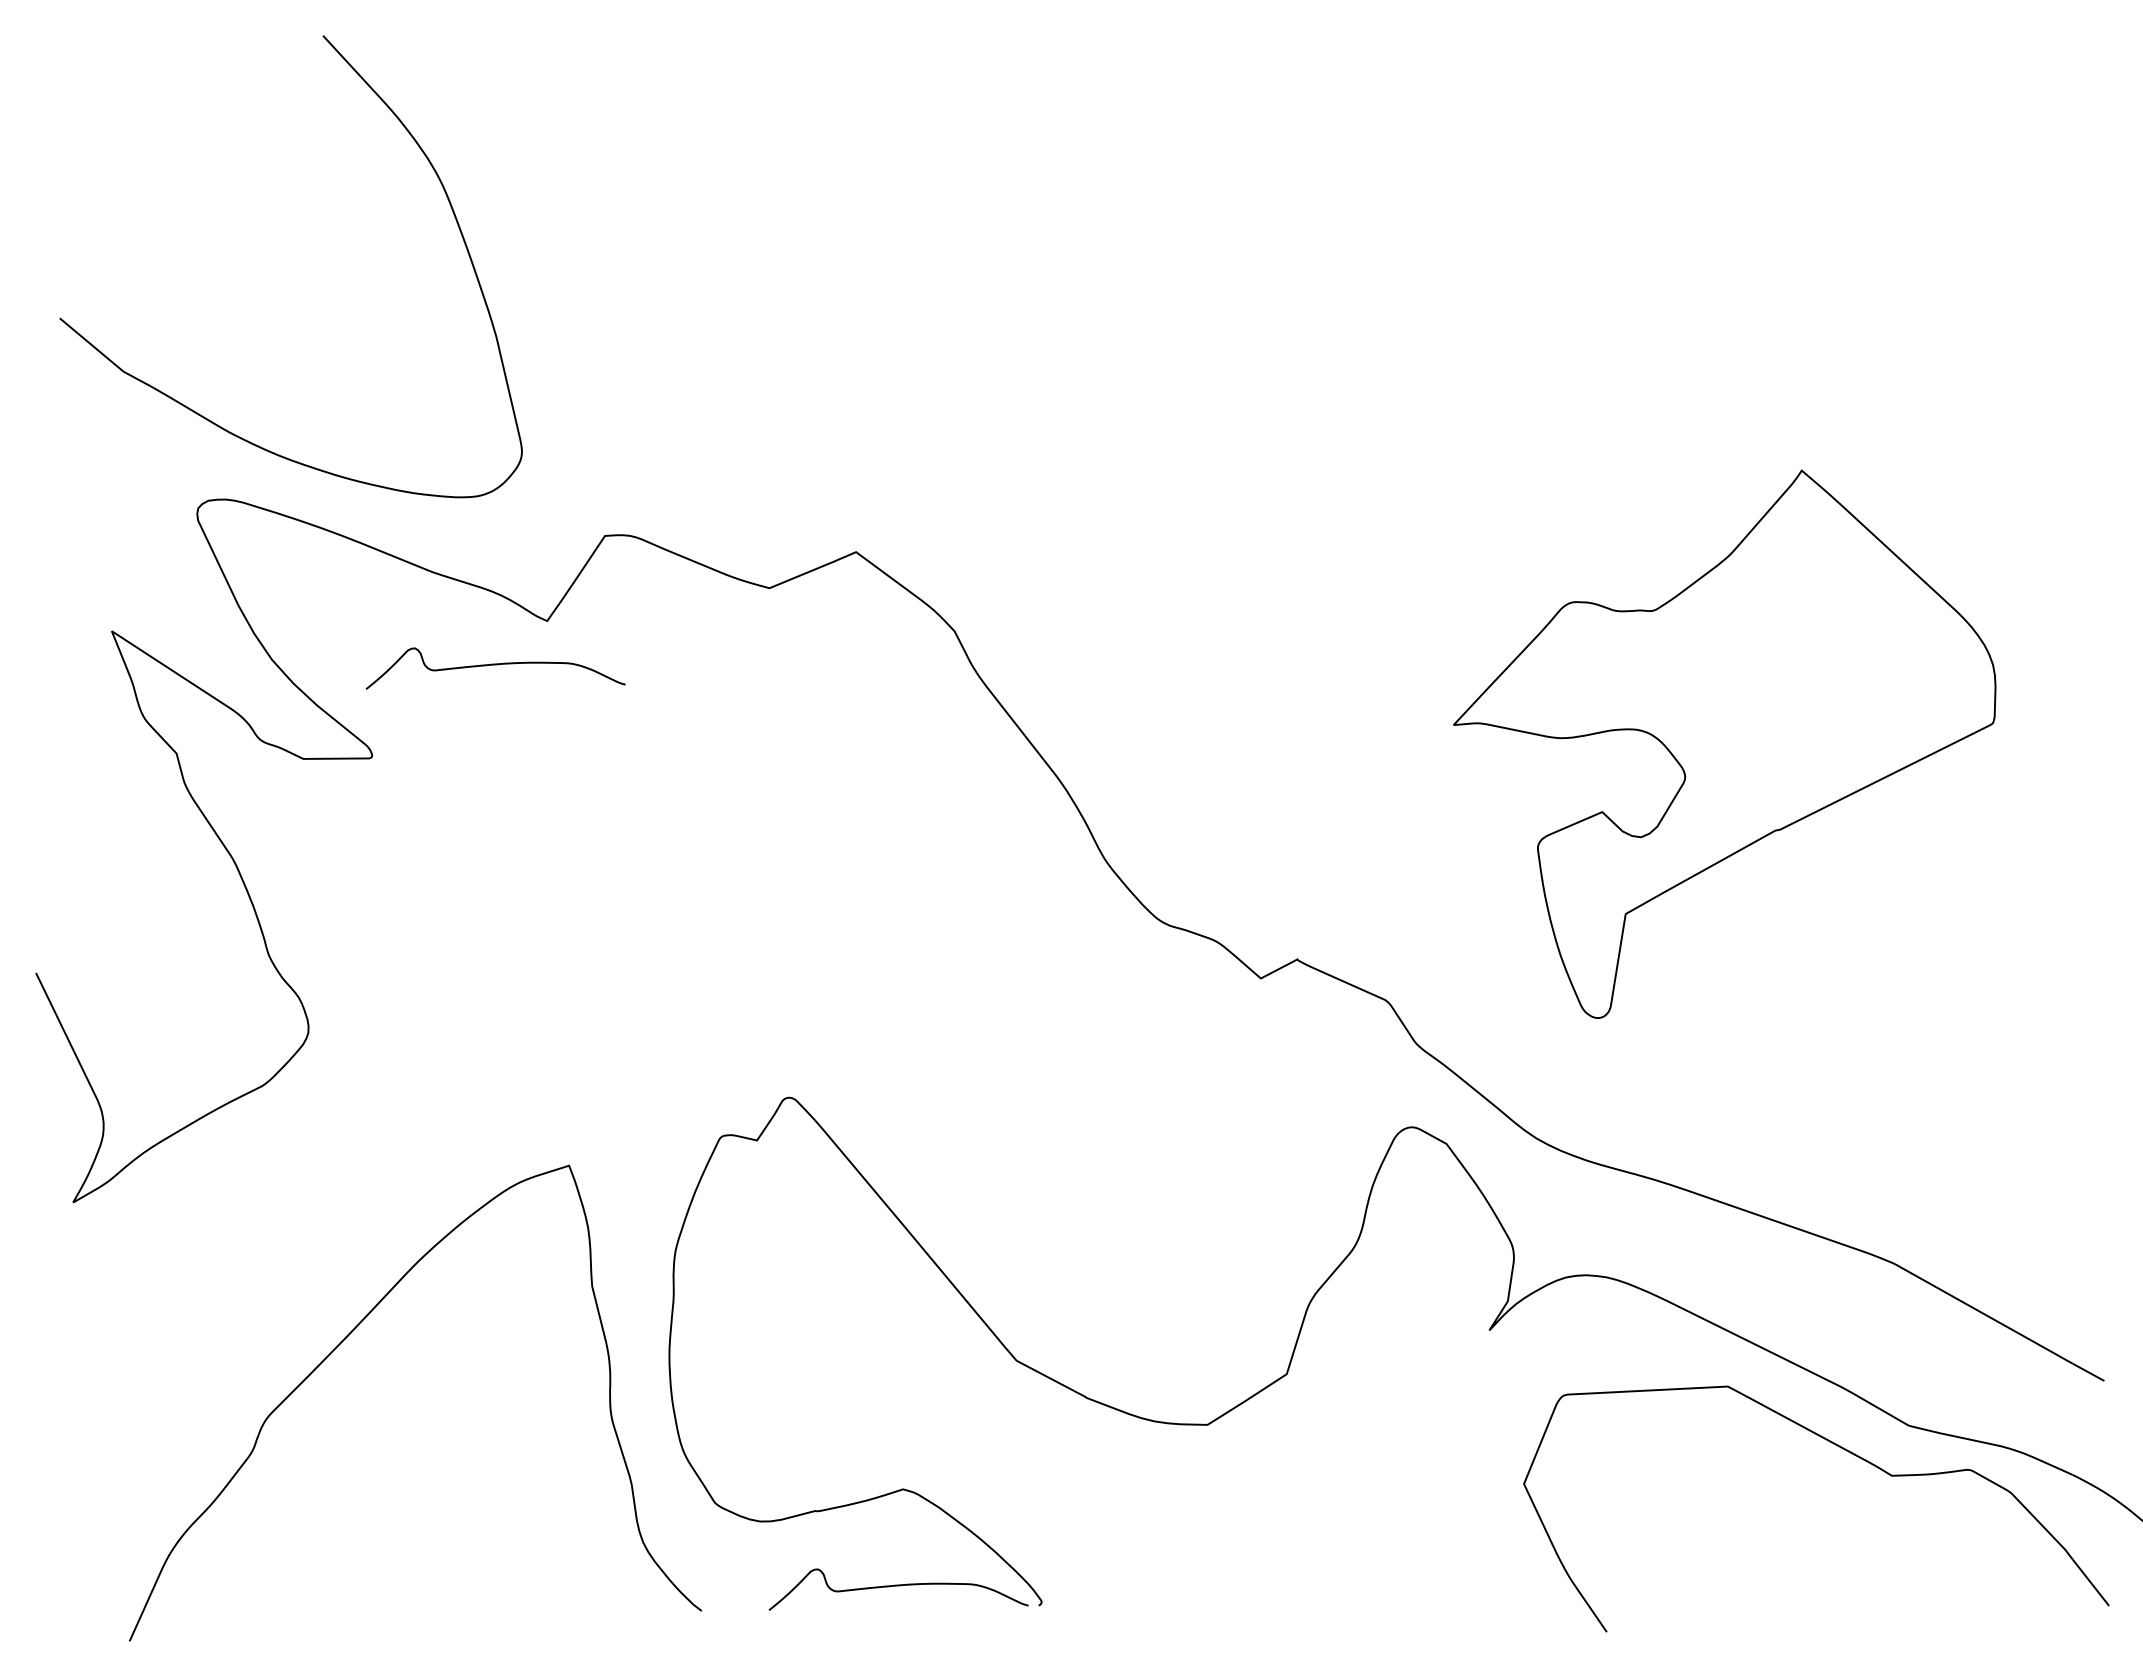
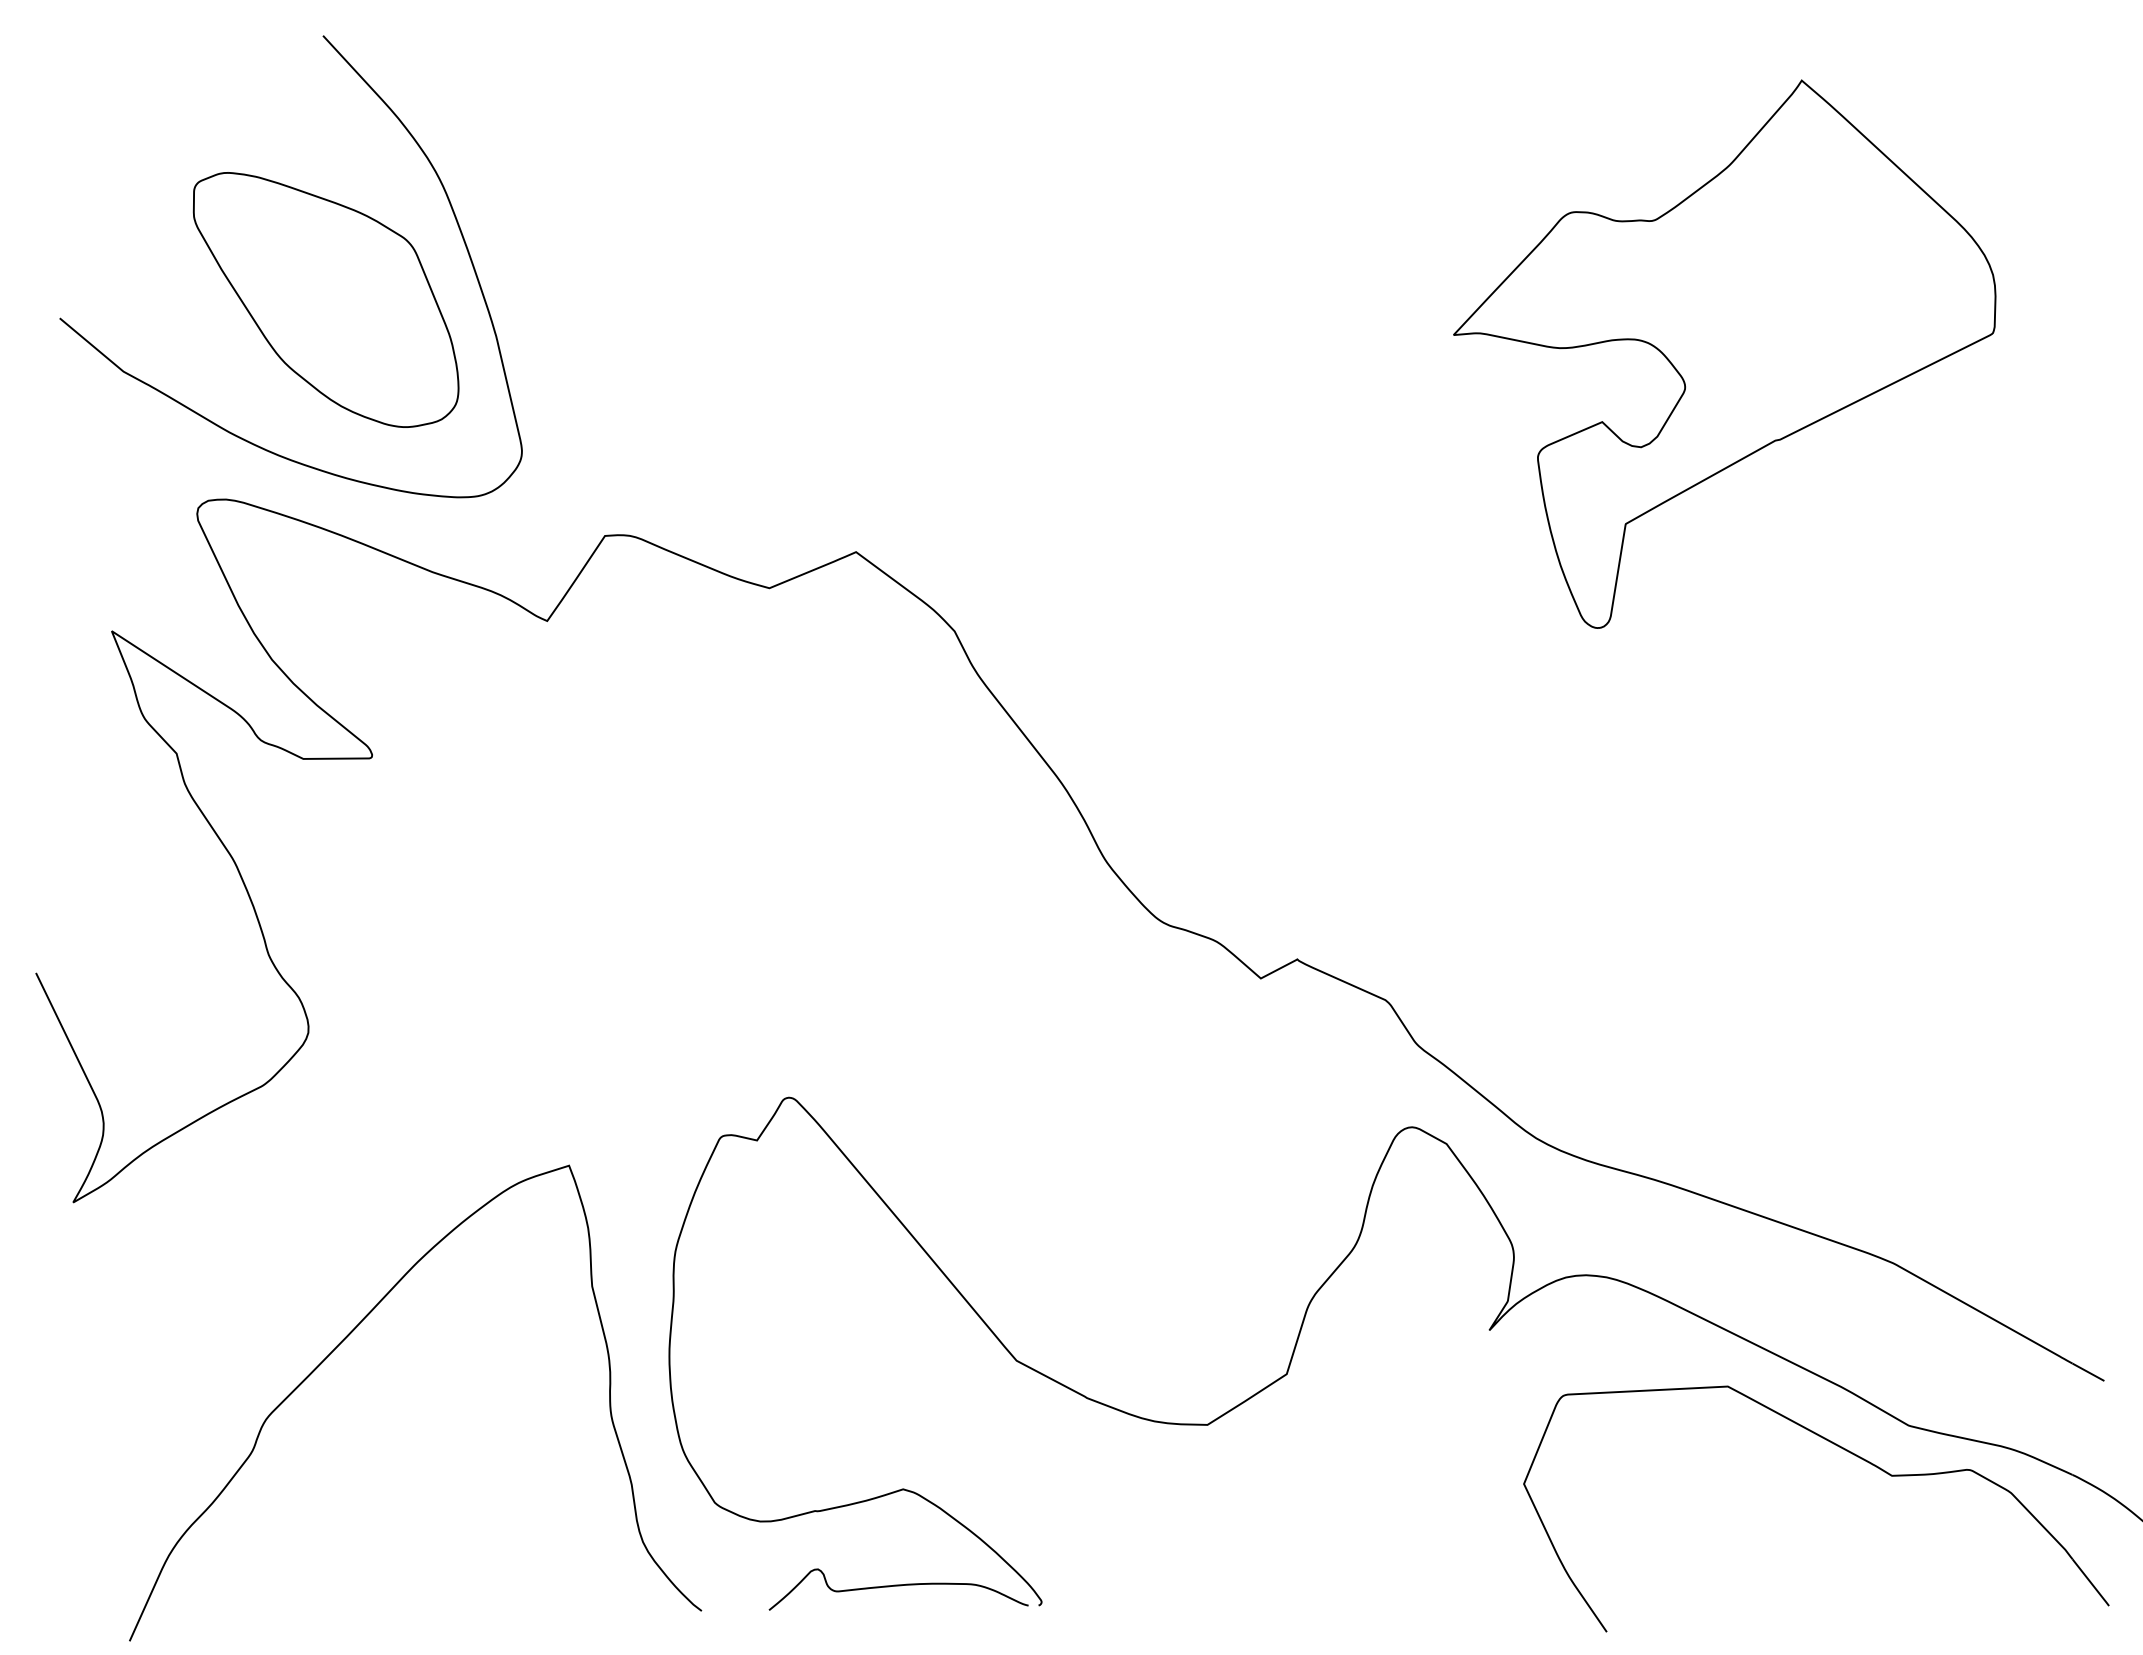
part at (325, 299): none -> present
curve at (495, 665): present -> none
part at (1724, 743) position: (1724, 743) -> (1724, 353)
